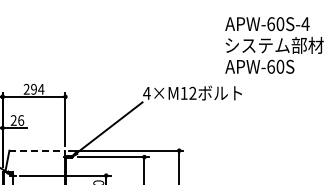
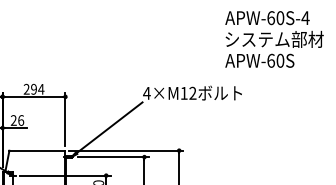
text at (274, 45) position: (274, 45) -> (274, 39)
line at (37, 150): dashed -> solid
